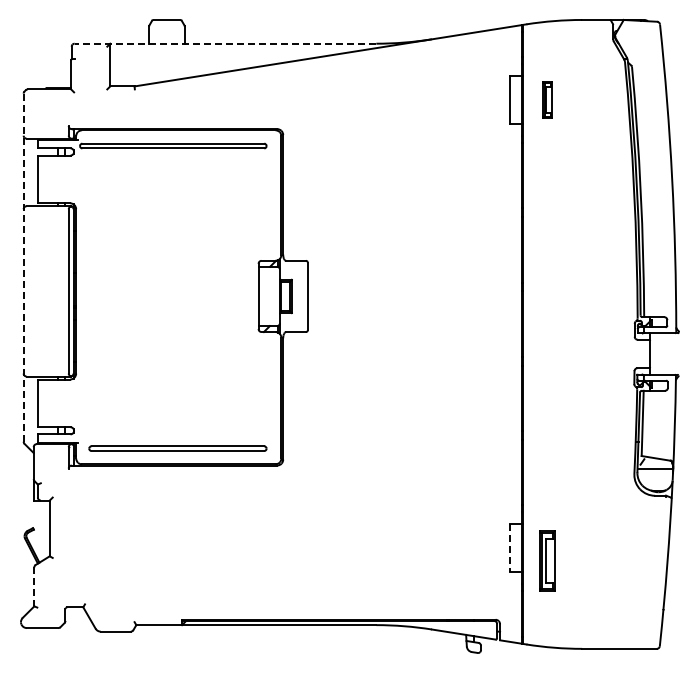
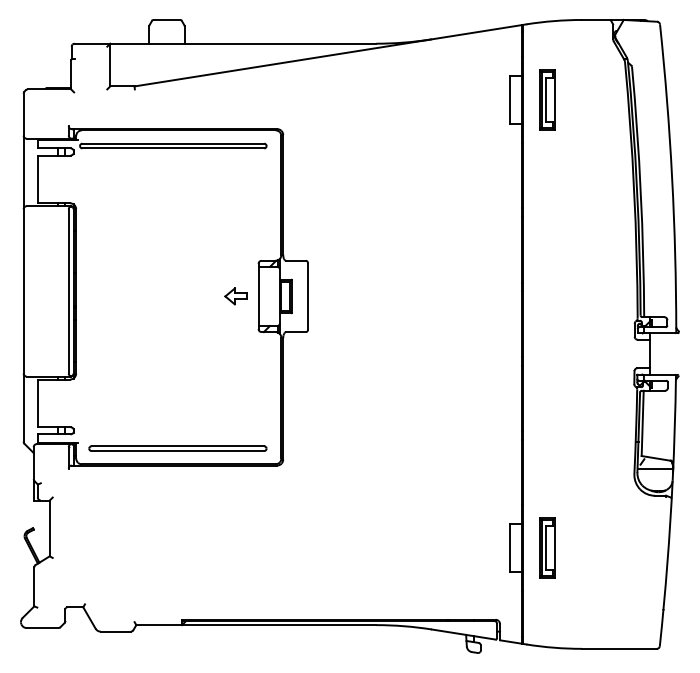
line at (225, 43): dashed -> solid
part at (547, 99) size: 11x38 px -> 17x62 px
line at (23, 267): dashed -> solid
part at (235, 296): none -> present
line at (510, 548): dashed -> solid
part at (547, 560) position: (547, 560) -> (547, 547)
line at (34, 587): dashed -> solid
